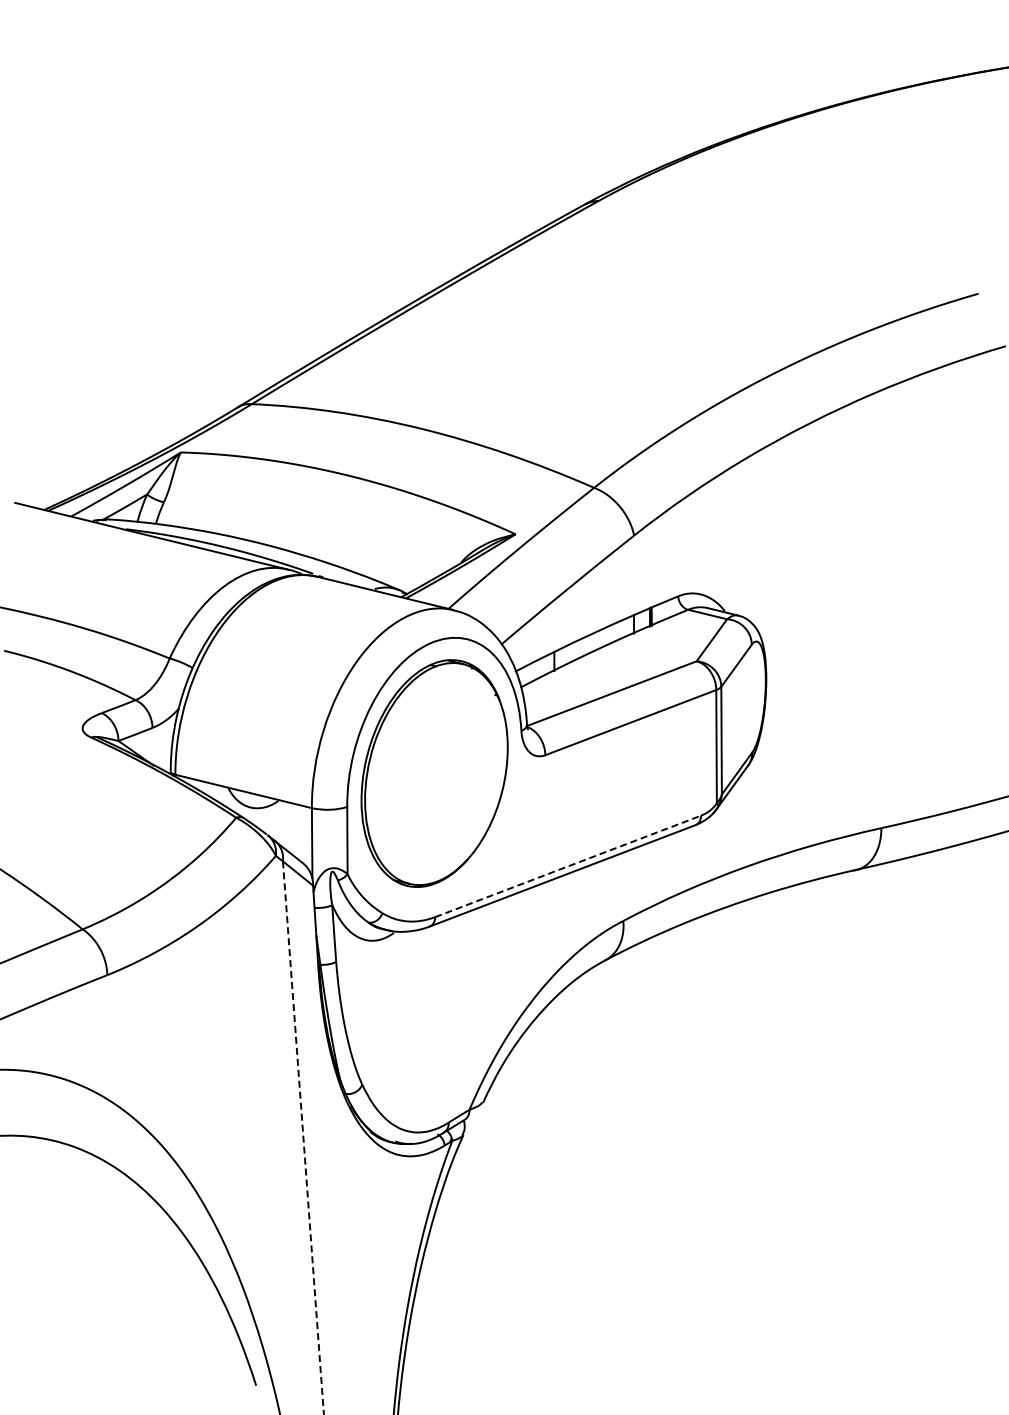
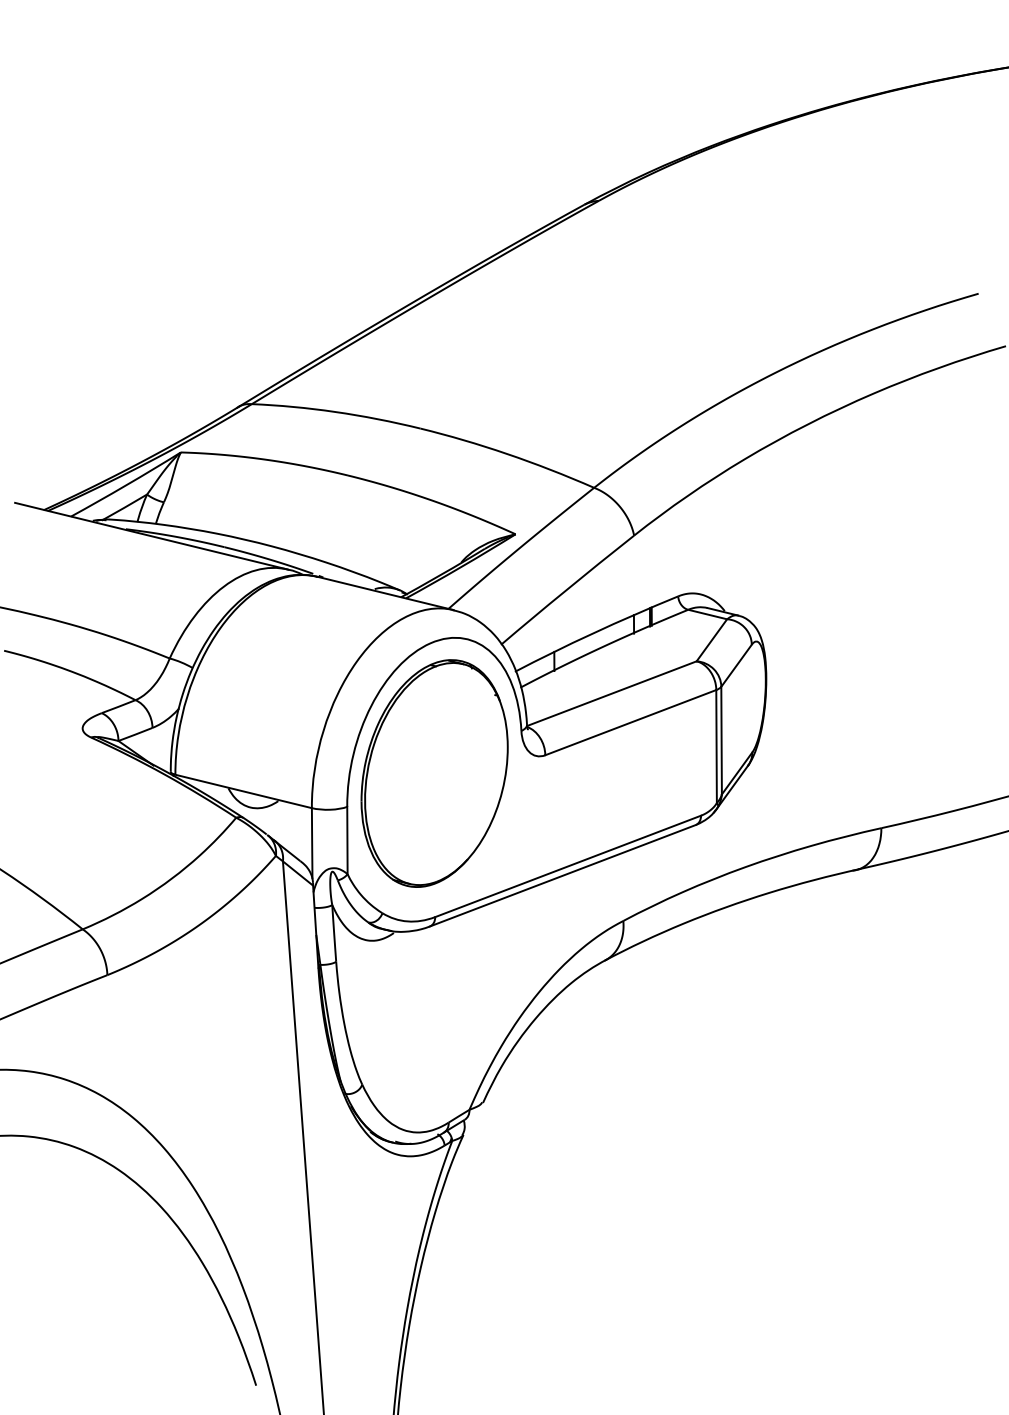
line at (568, 866): dashed -> solid
line at (303, 1138): dashed -> solid
